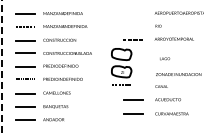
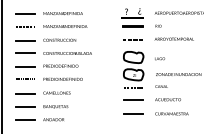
part at (132, 17): none -> present
text at (165, 58) position: (165, 58) -> (160, 58)
line at (2, 66): dashed -> solid
part at (121, 66) position: (121, 66) -> (133, 69)
